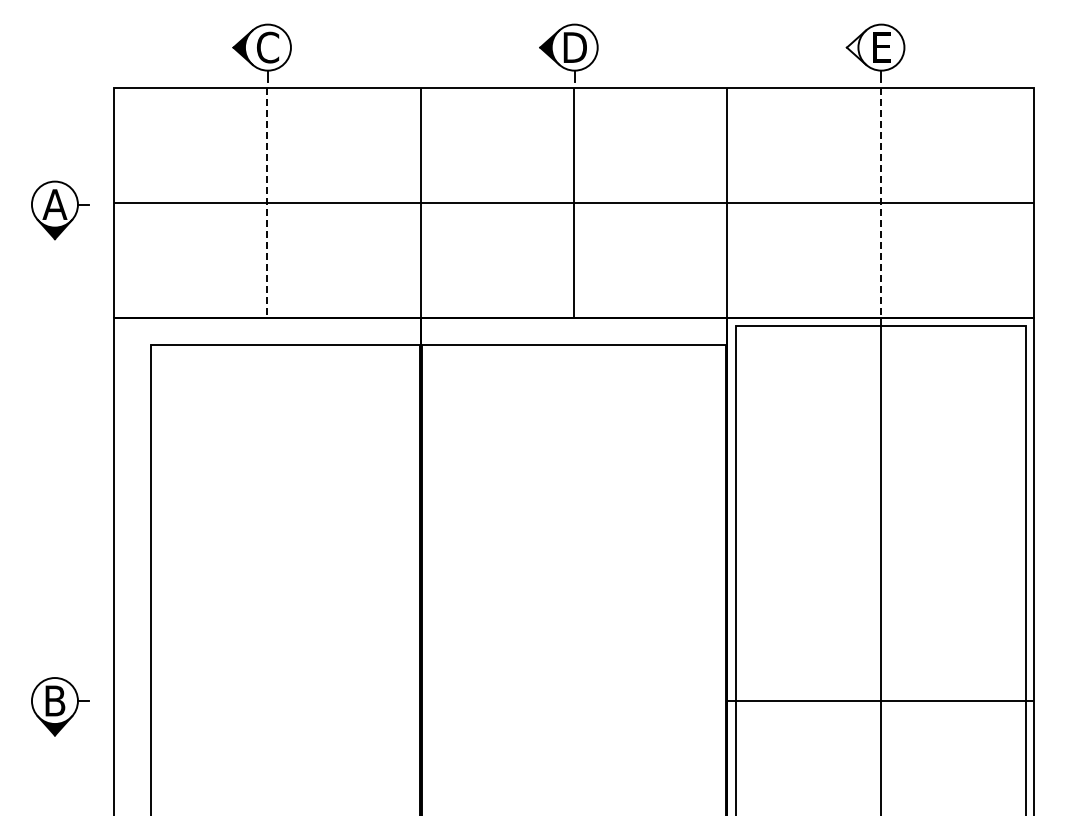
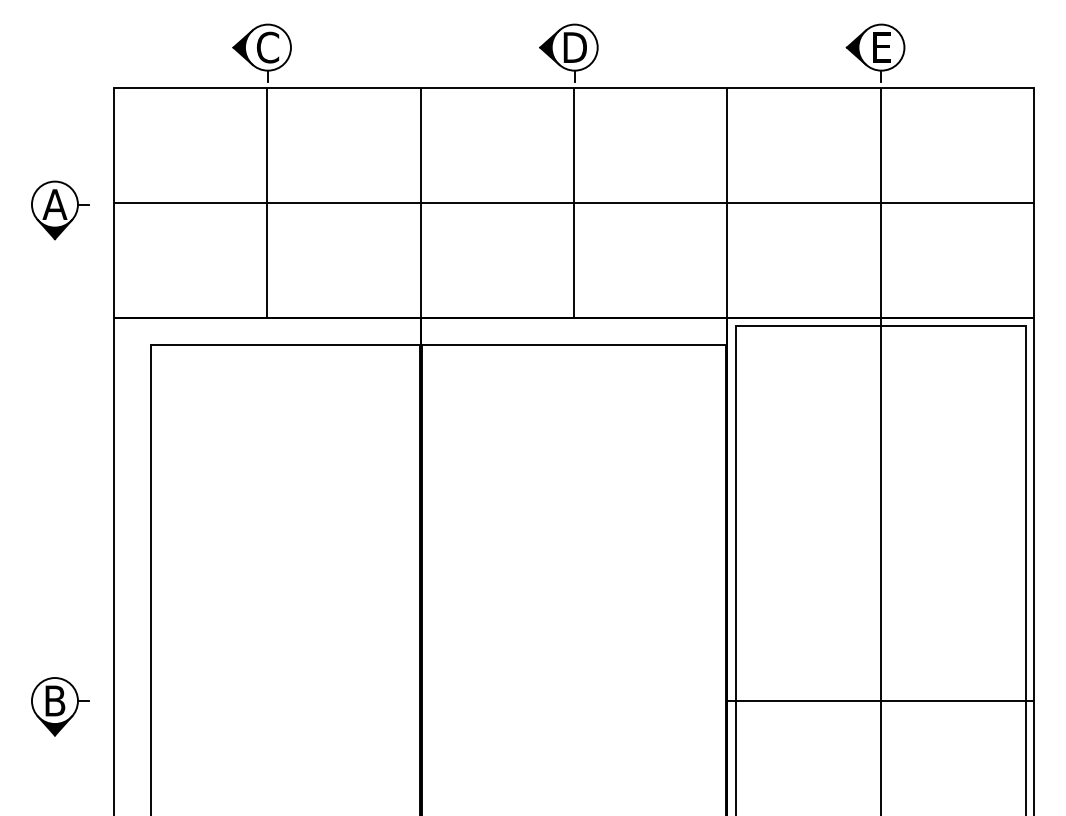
fill at (856, 47): none -> present
line at (267, 203): dashed -> solid
line at (880, 203): dashed -> solid
